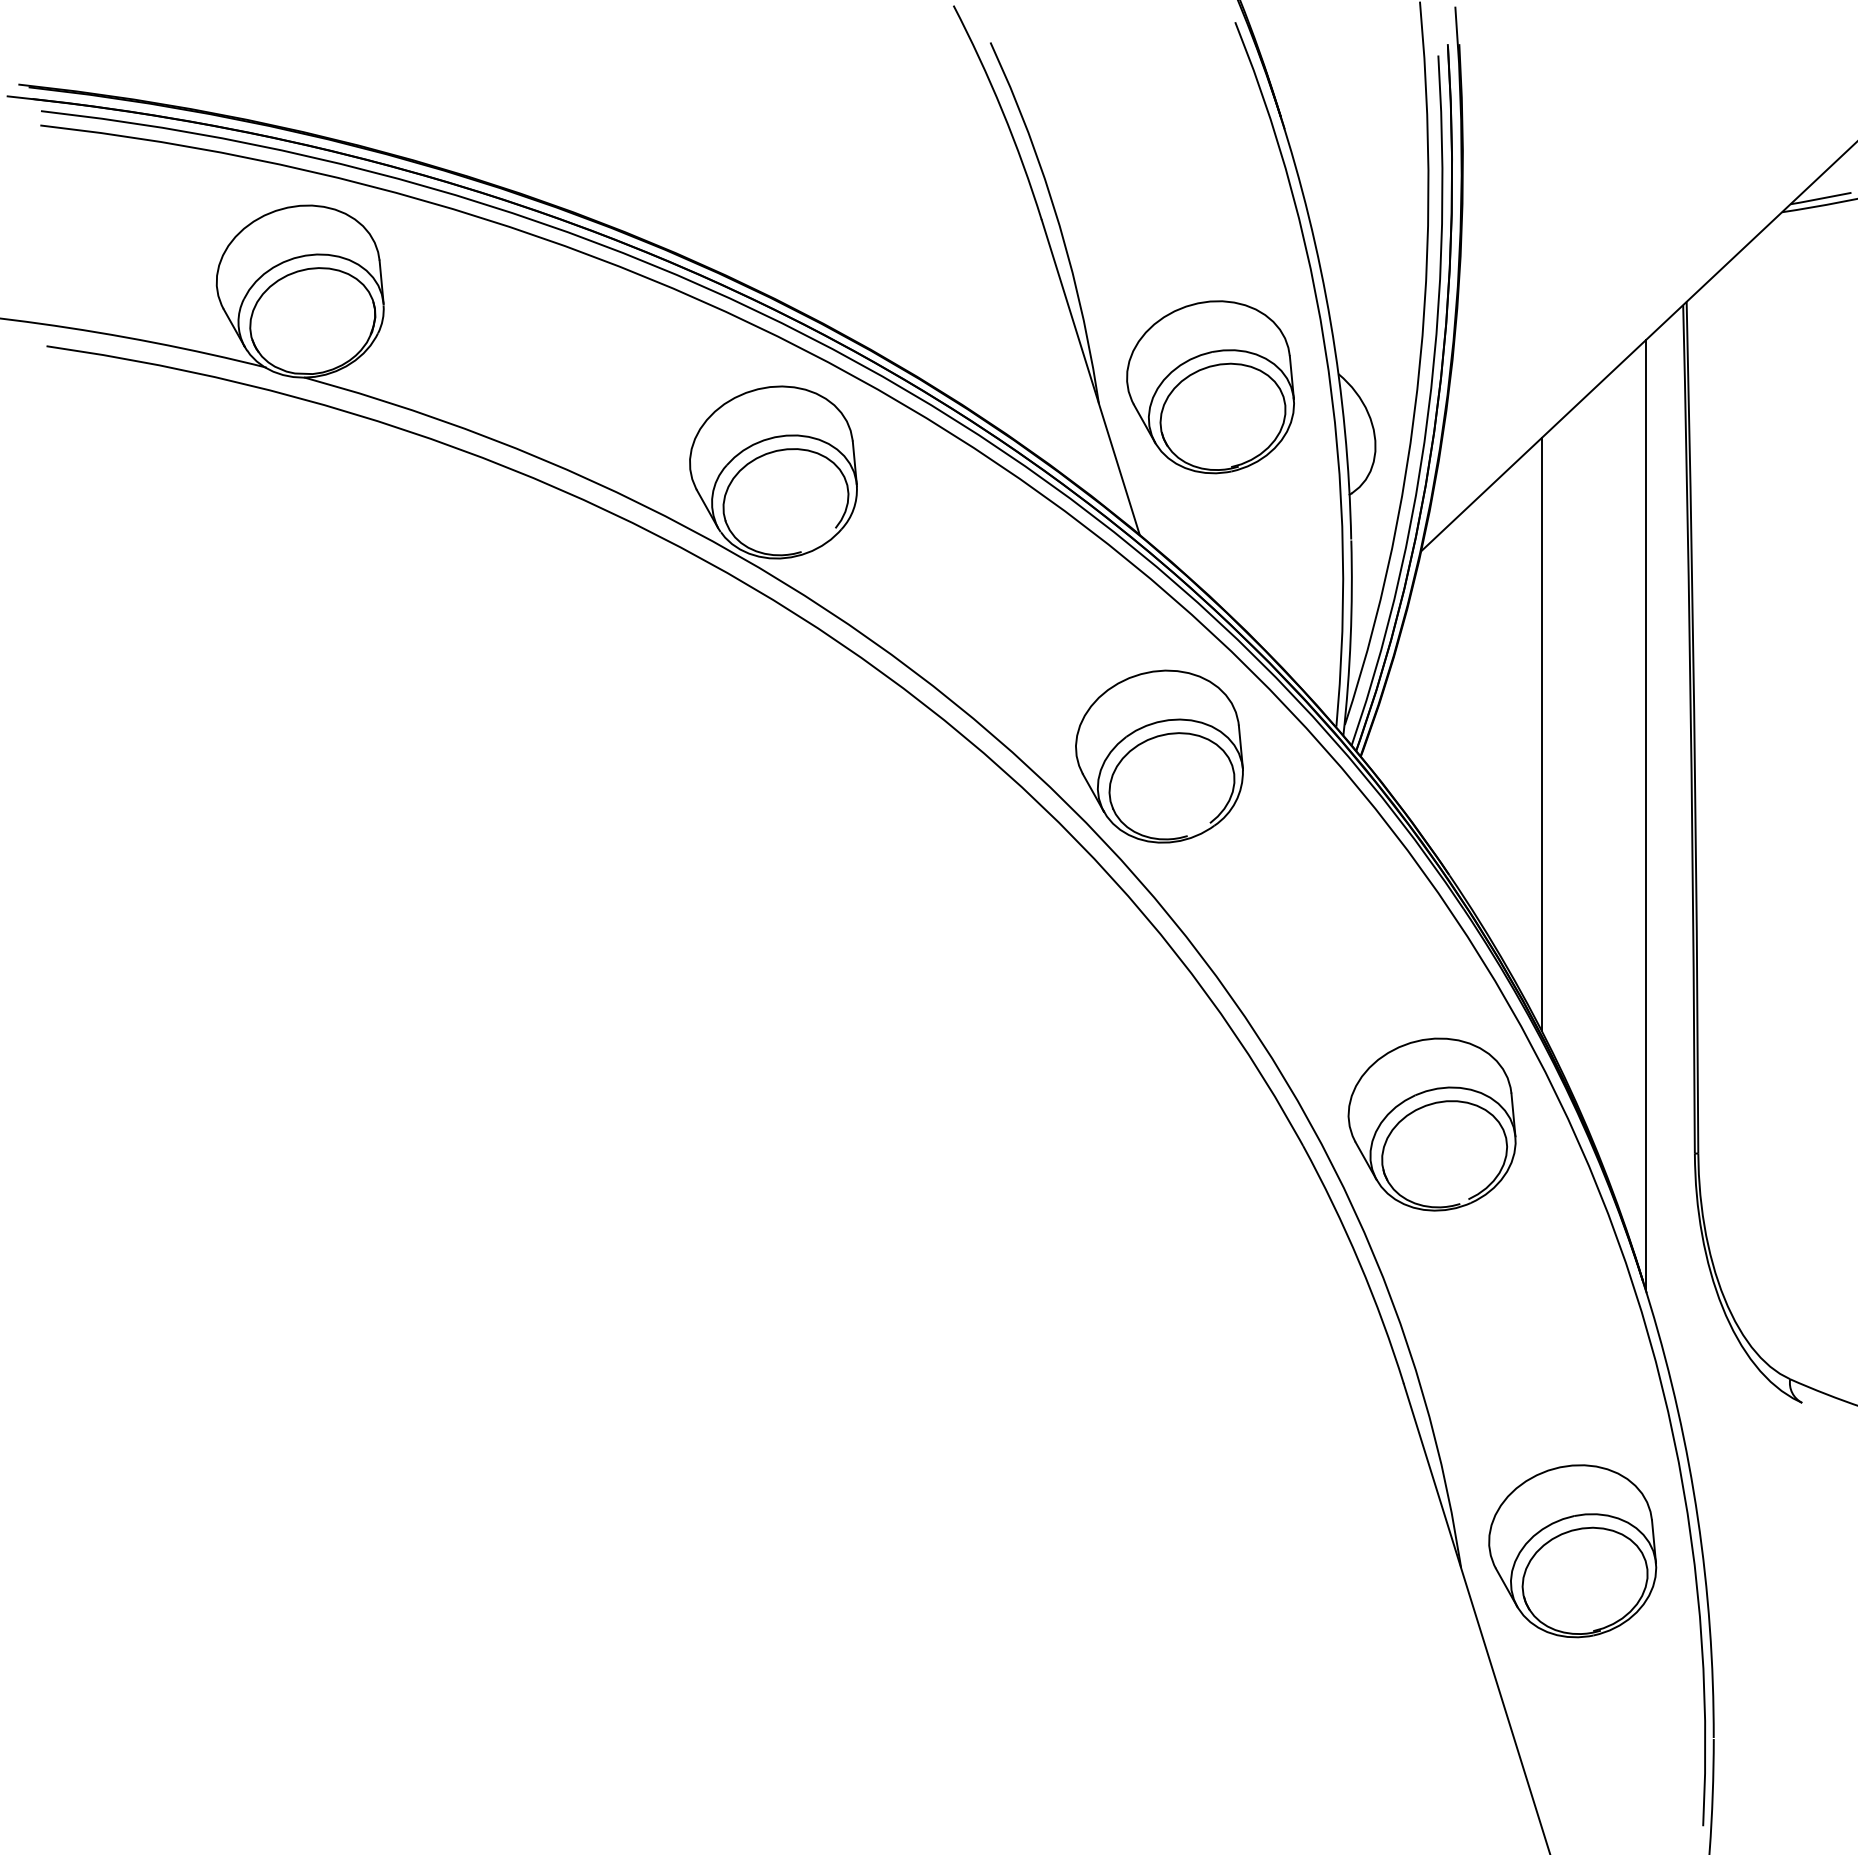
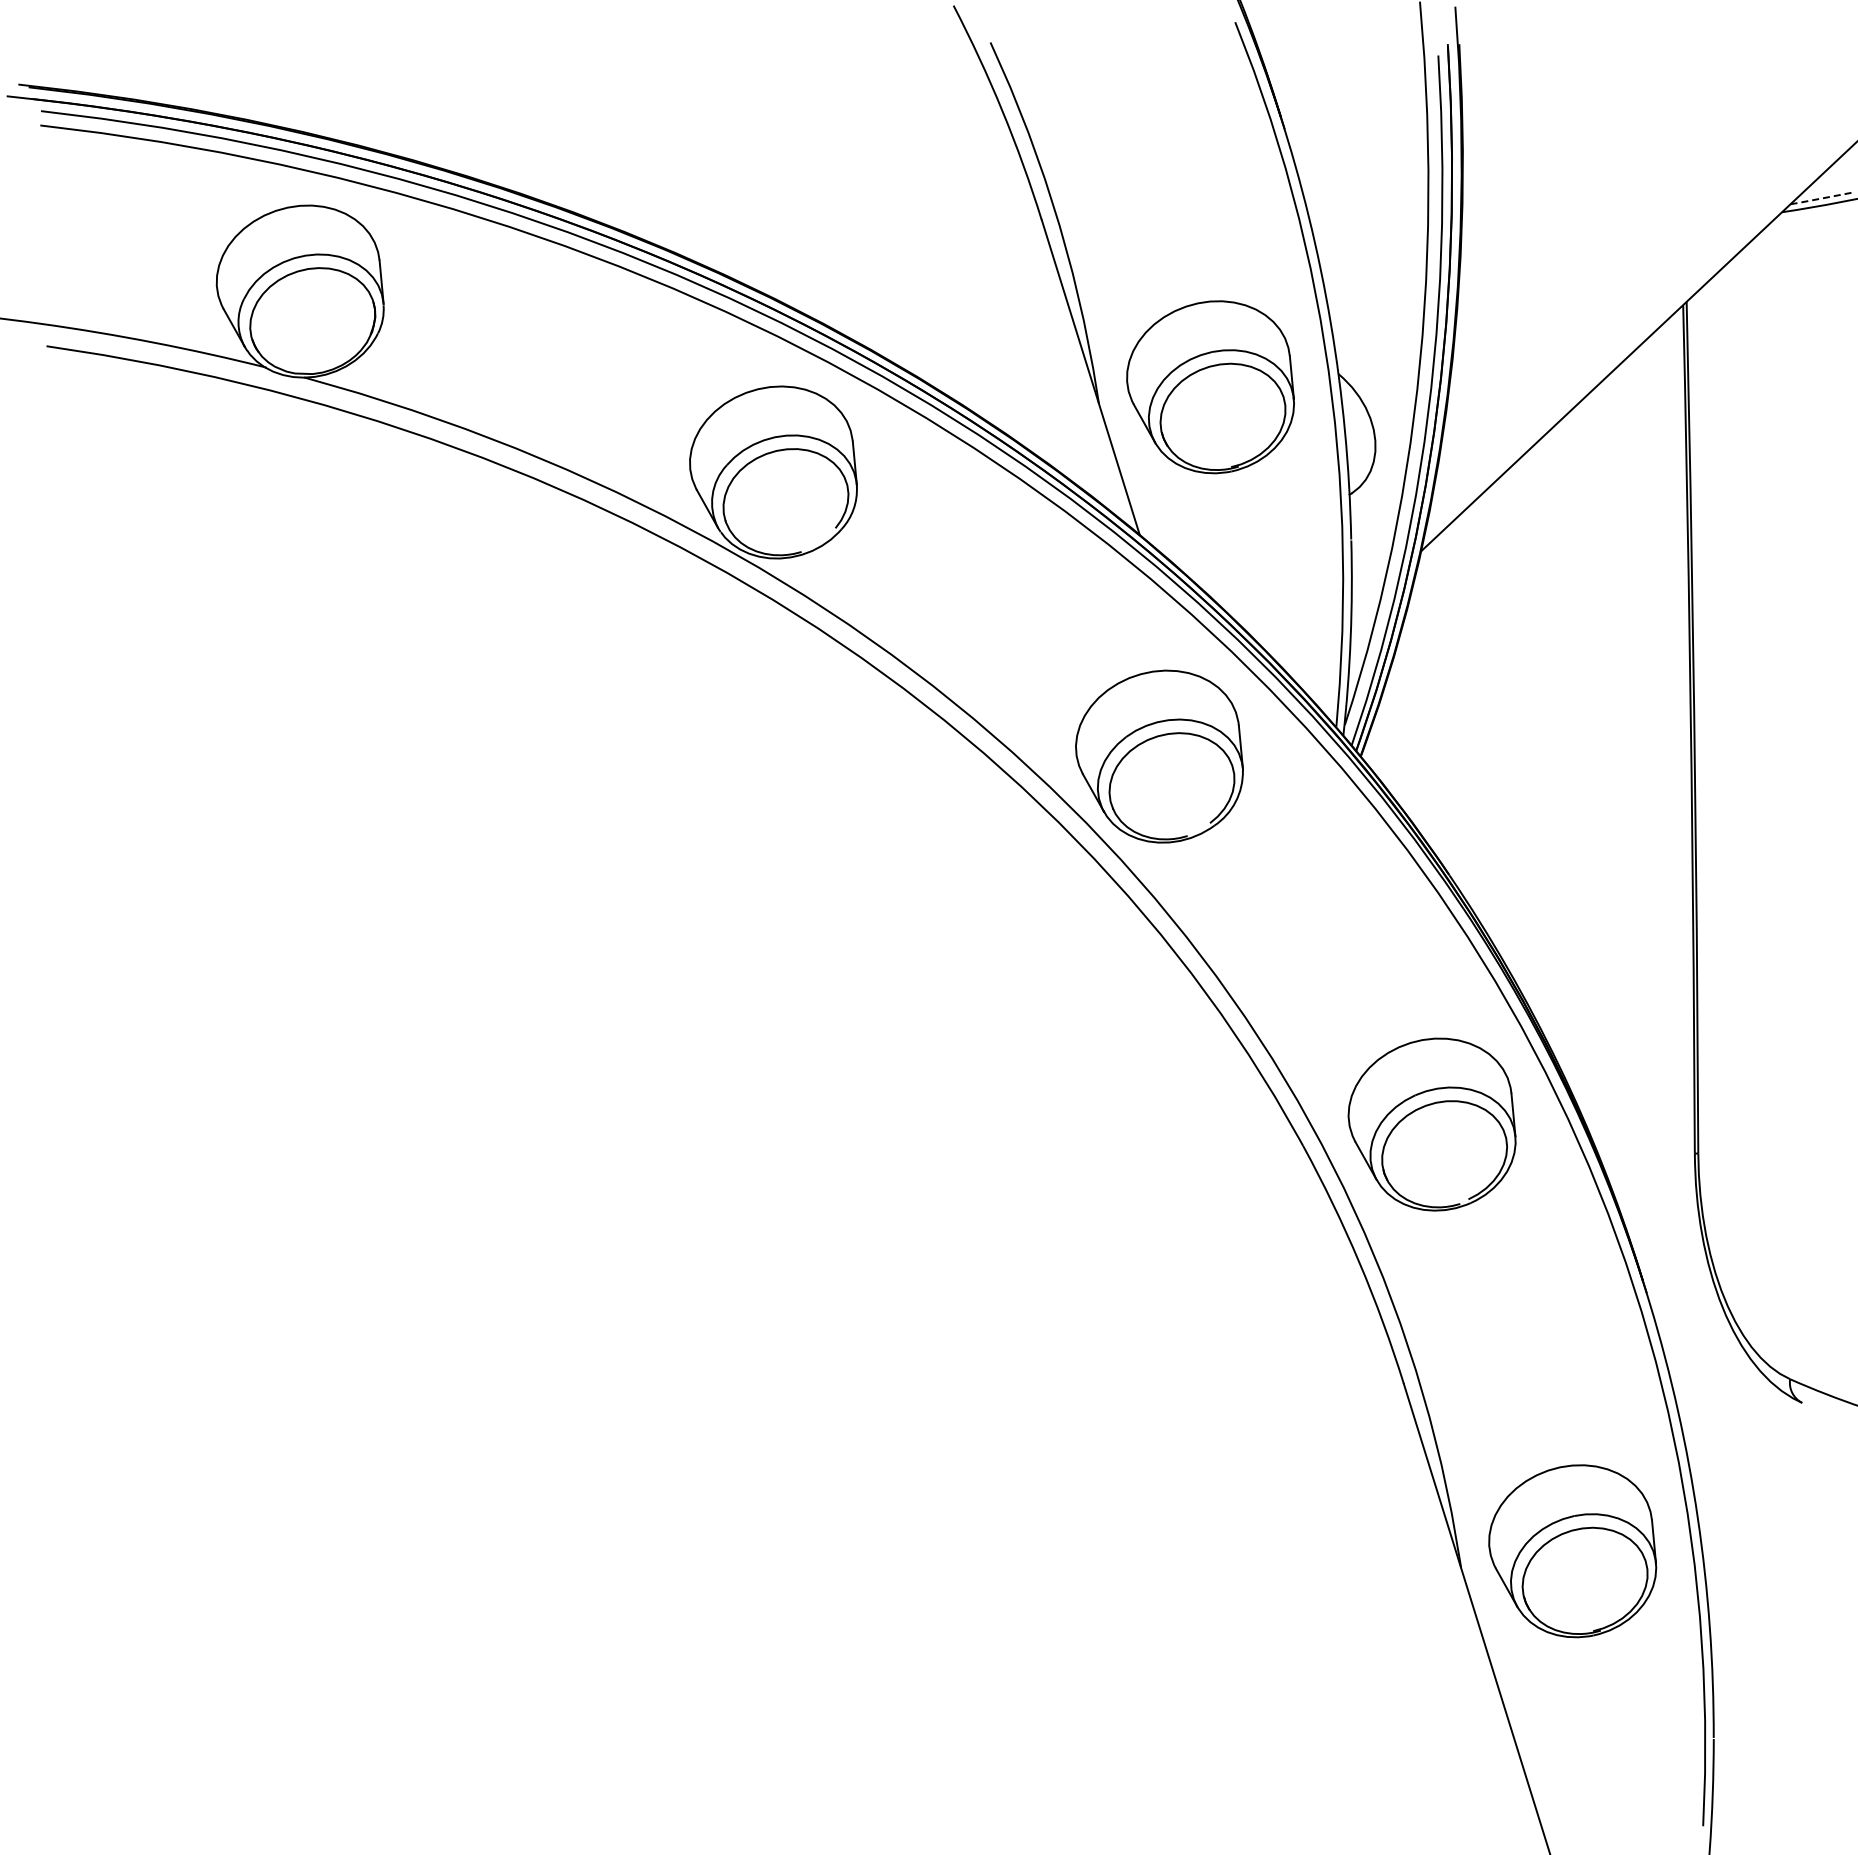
line at (1820, 198): solid -> dashed
line at (1542, 734): present -> none
line at (1645, 814): present -> none
